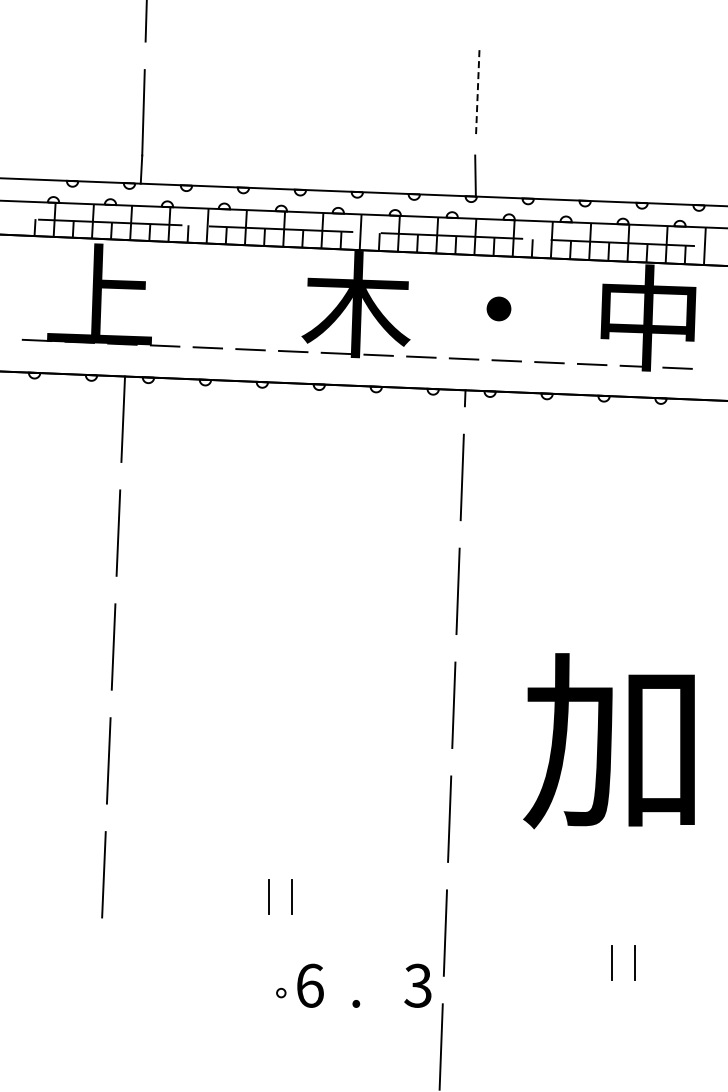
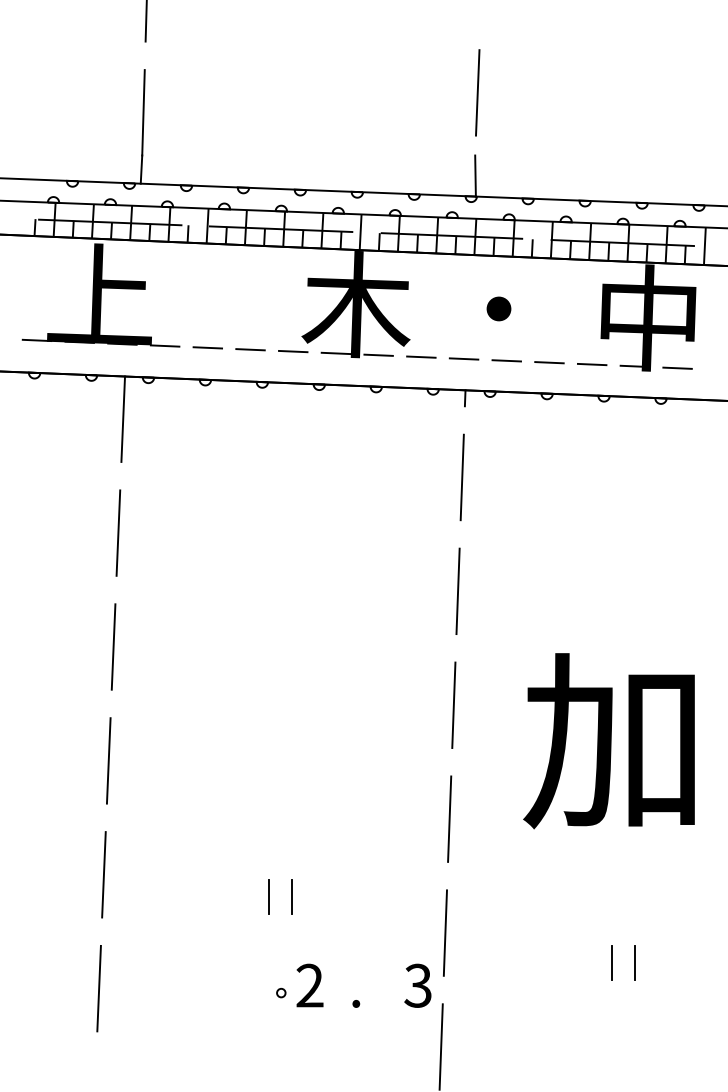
line at (477, 92): dashed -> solid
text at (309, 985): 6 -> 2
line at (98, 988): none -> present
